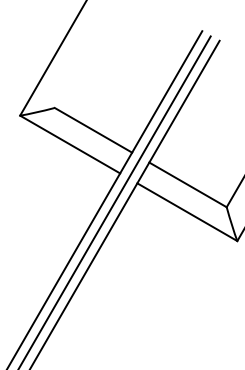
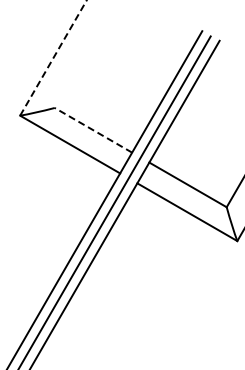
line at (53, 57): solid -> dashed
line at (93, 130): solid -> dashed
